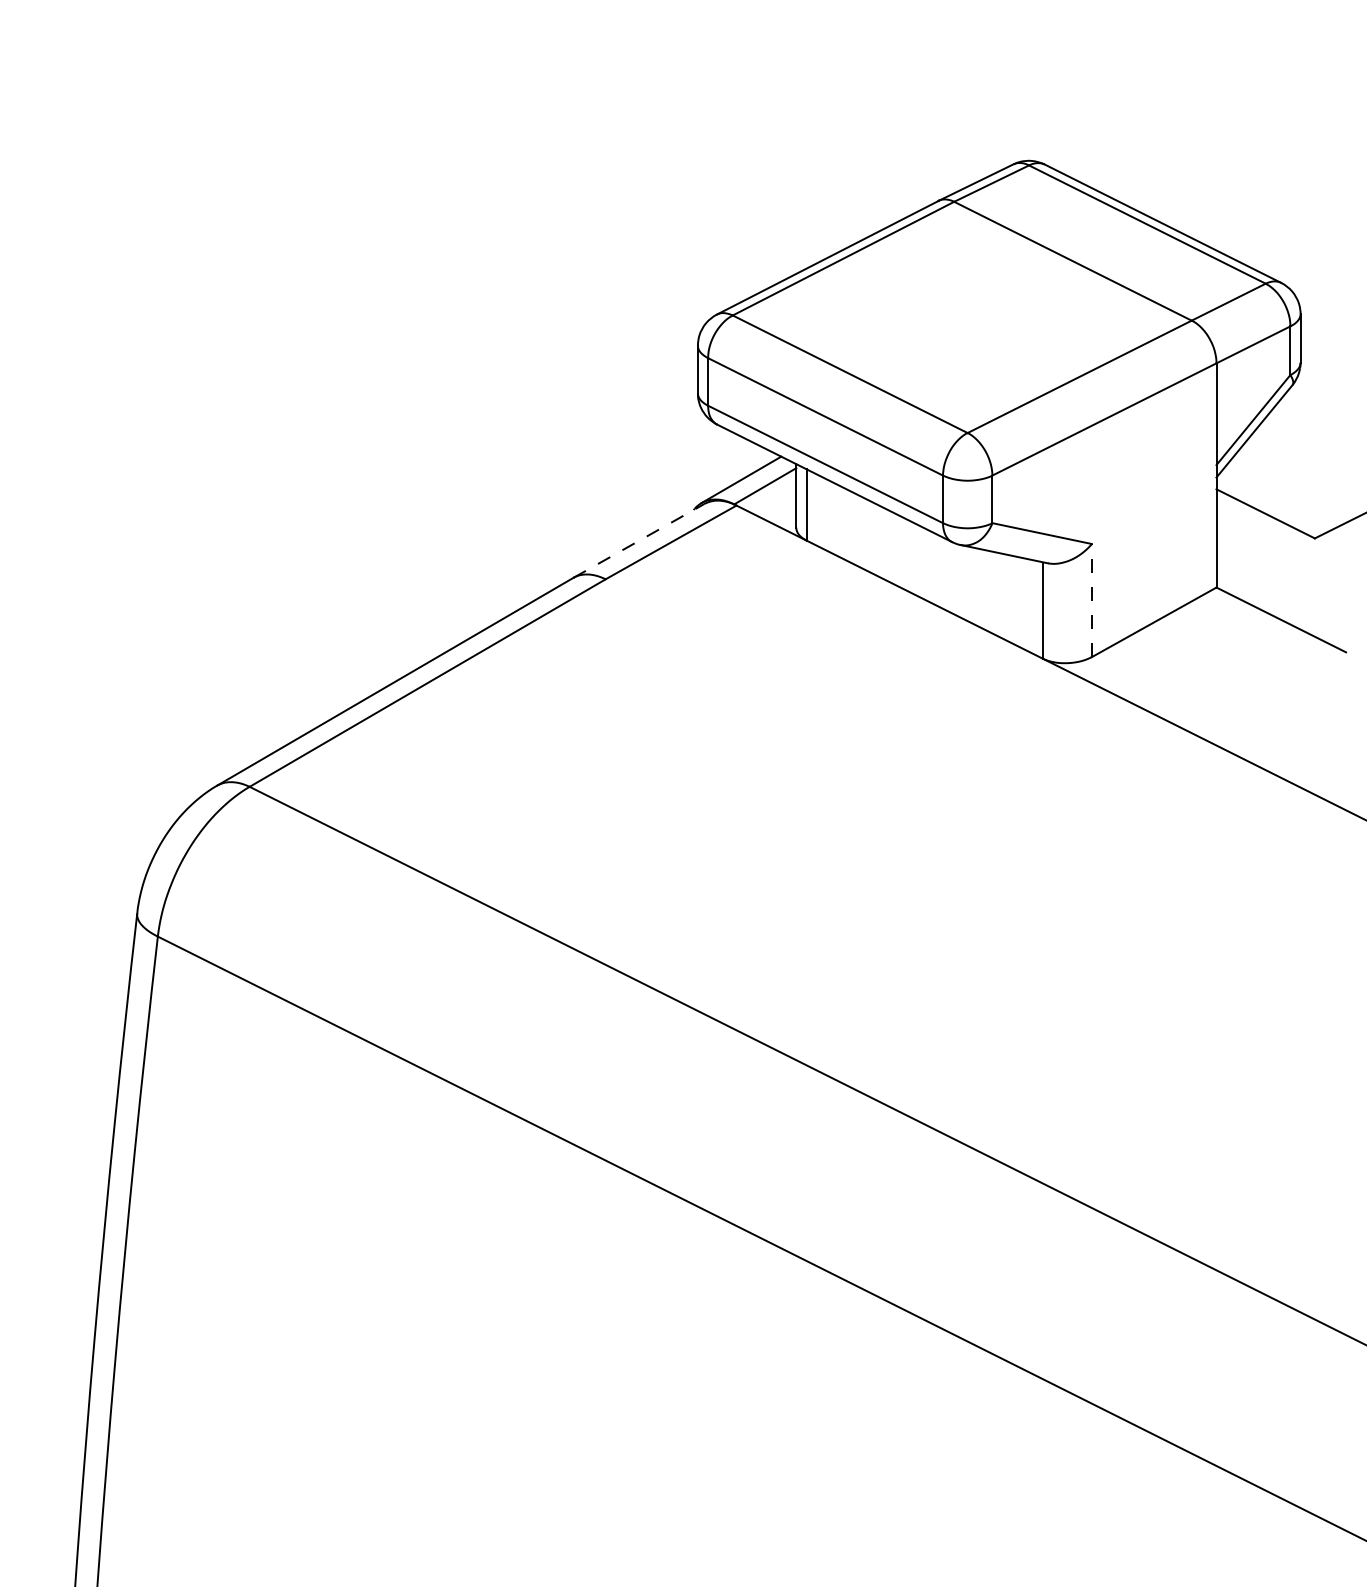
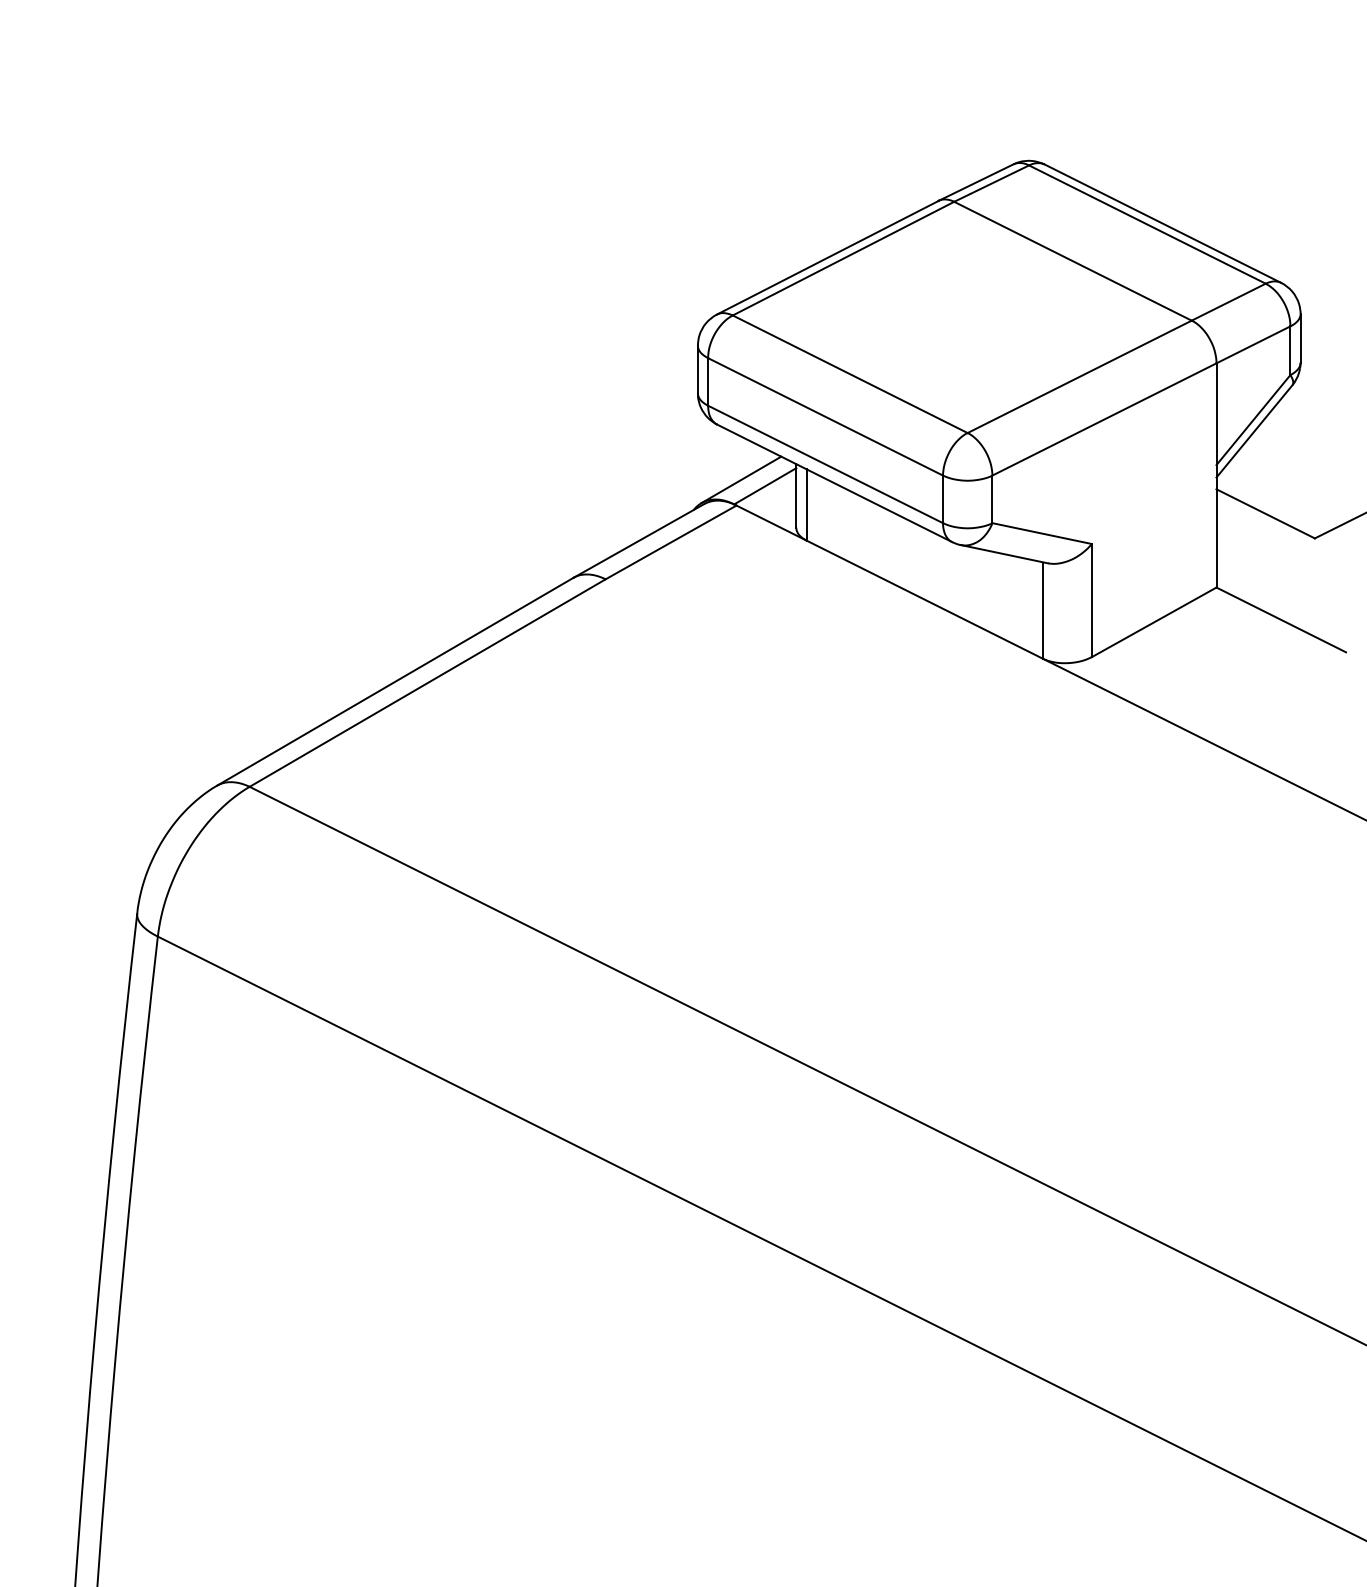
line at (638, 540): dashed -> solid
line at (1091, 600): dashed -> solid
